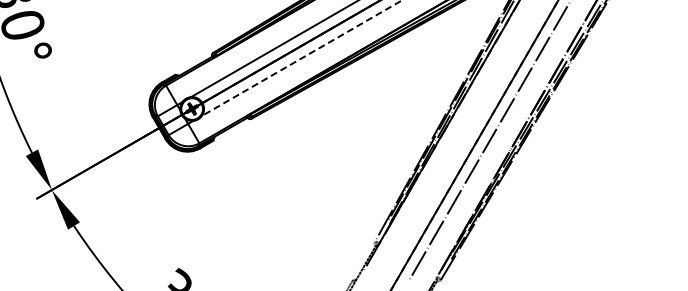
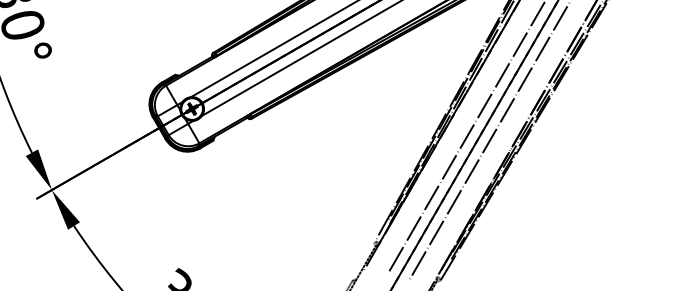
line at (302, 58): dashed -> solid
line at (466, 136): none -> present
